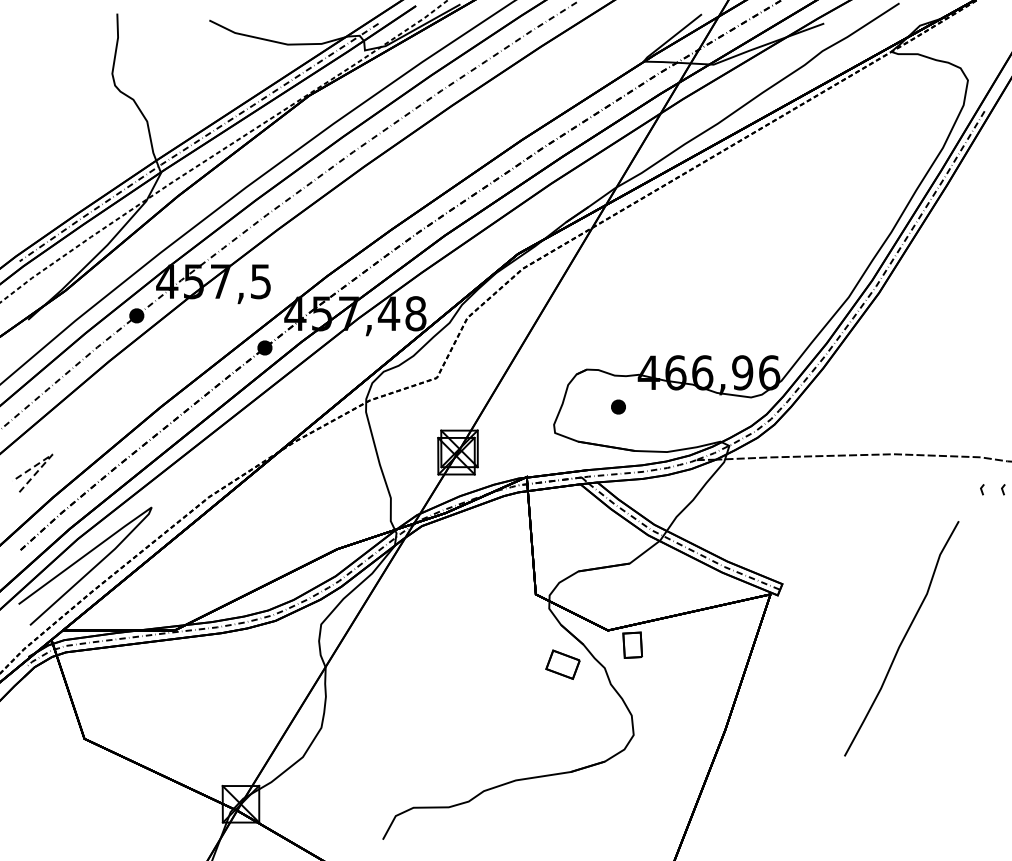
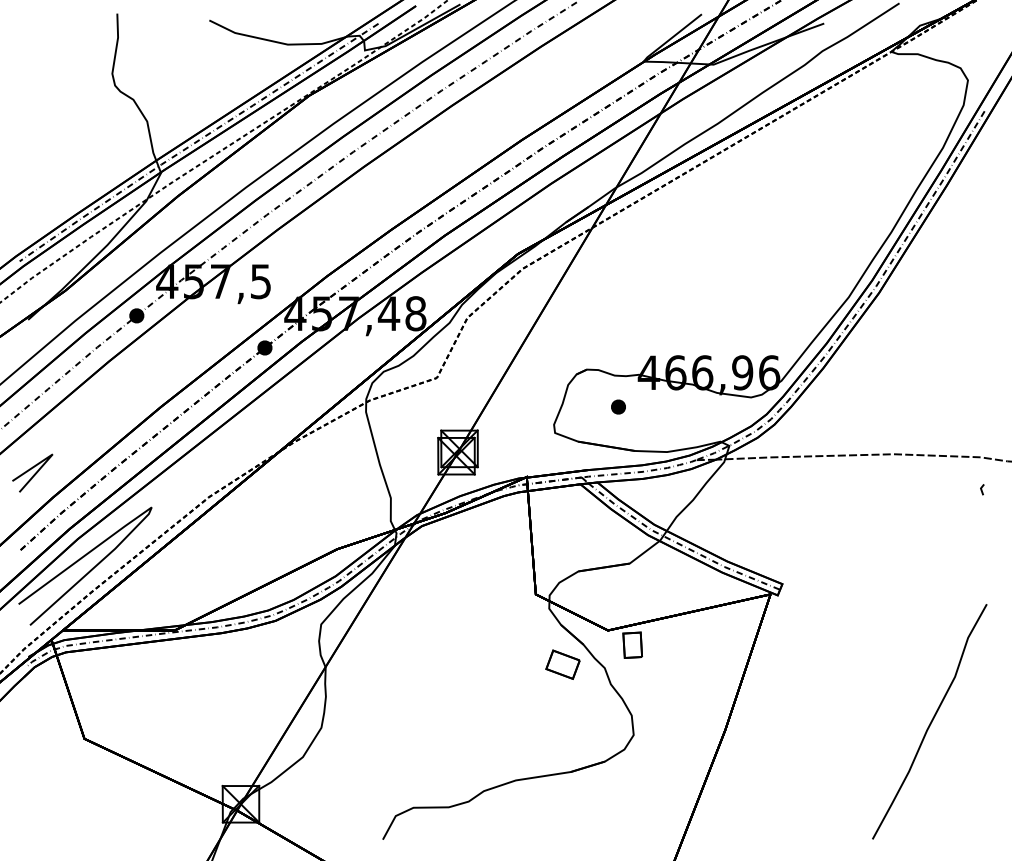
line at (52, 454): dashed -> solid
line at (1003, 489): present -> none
curve at (902, 638) position: (902, 638) -> (930, 721)
